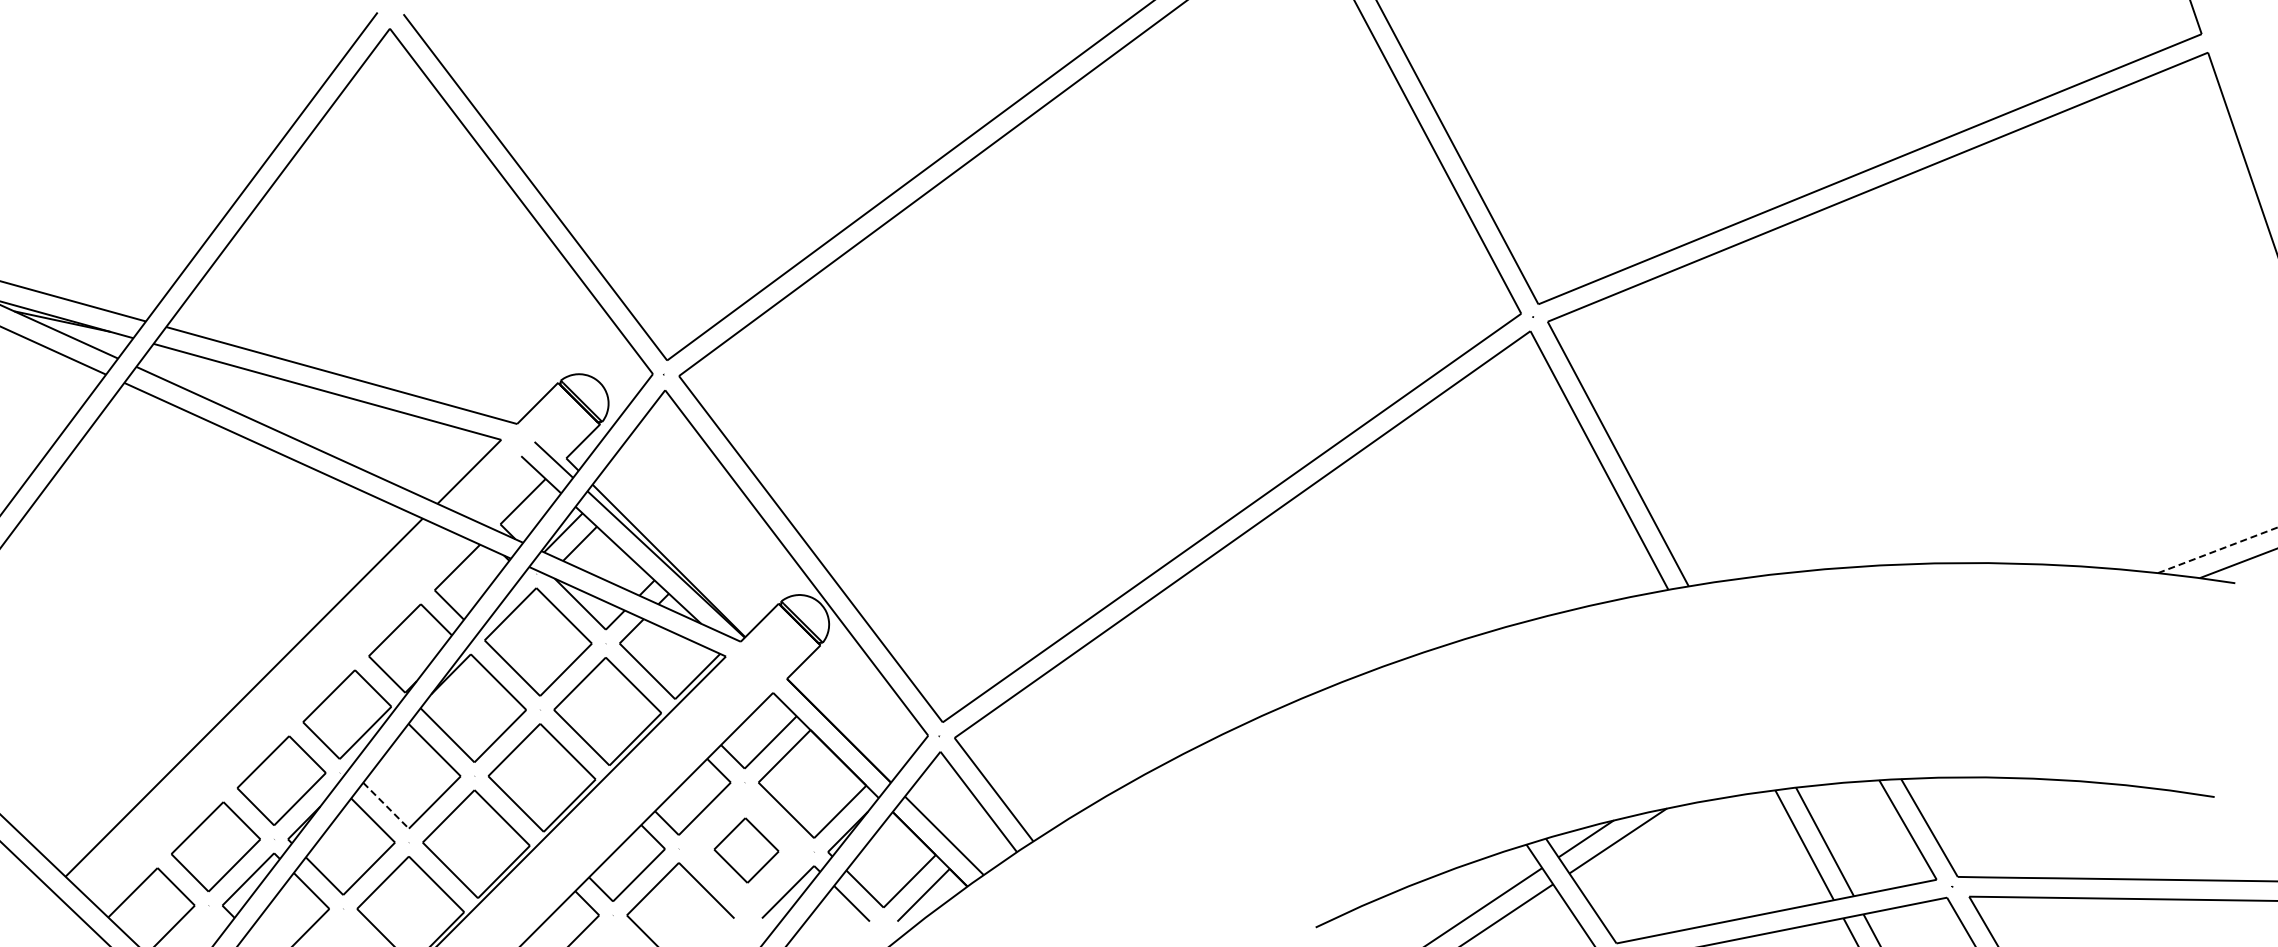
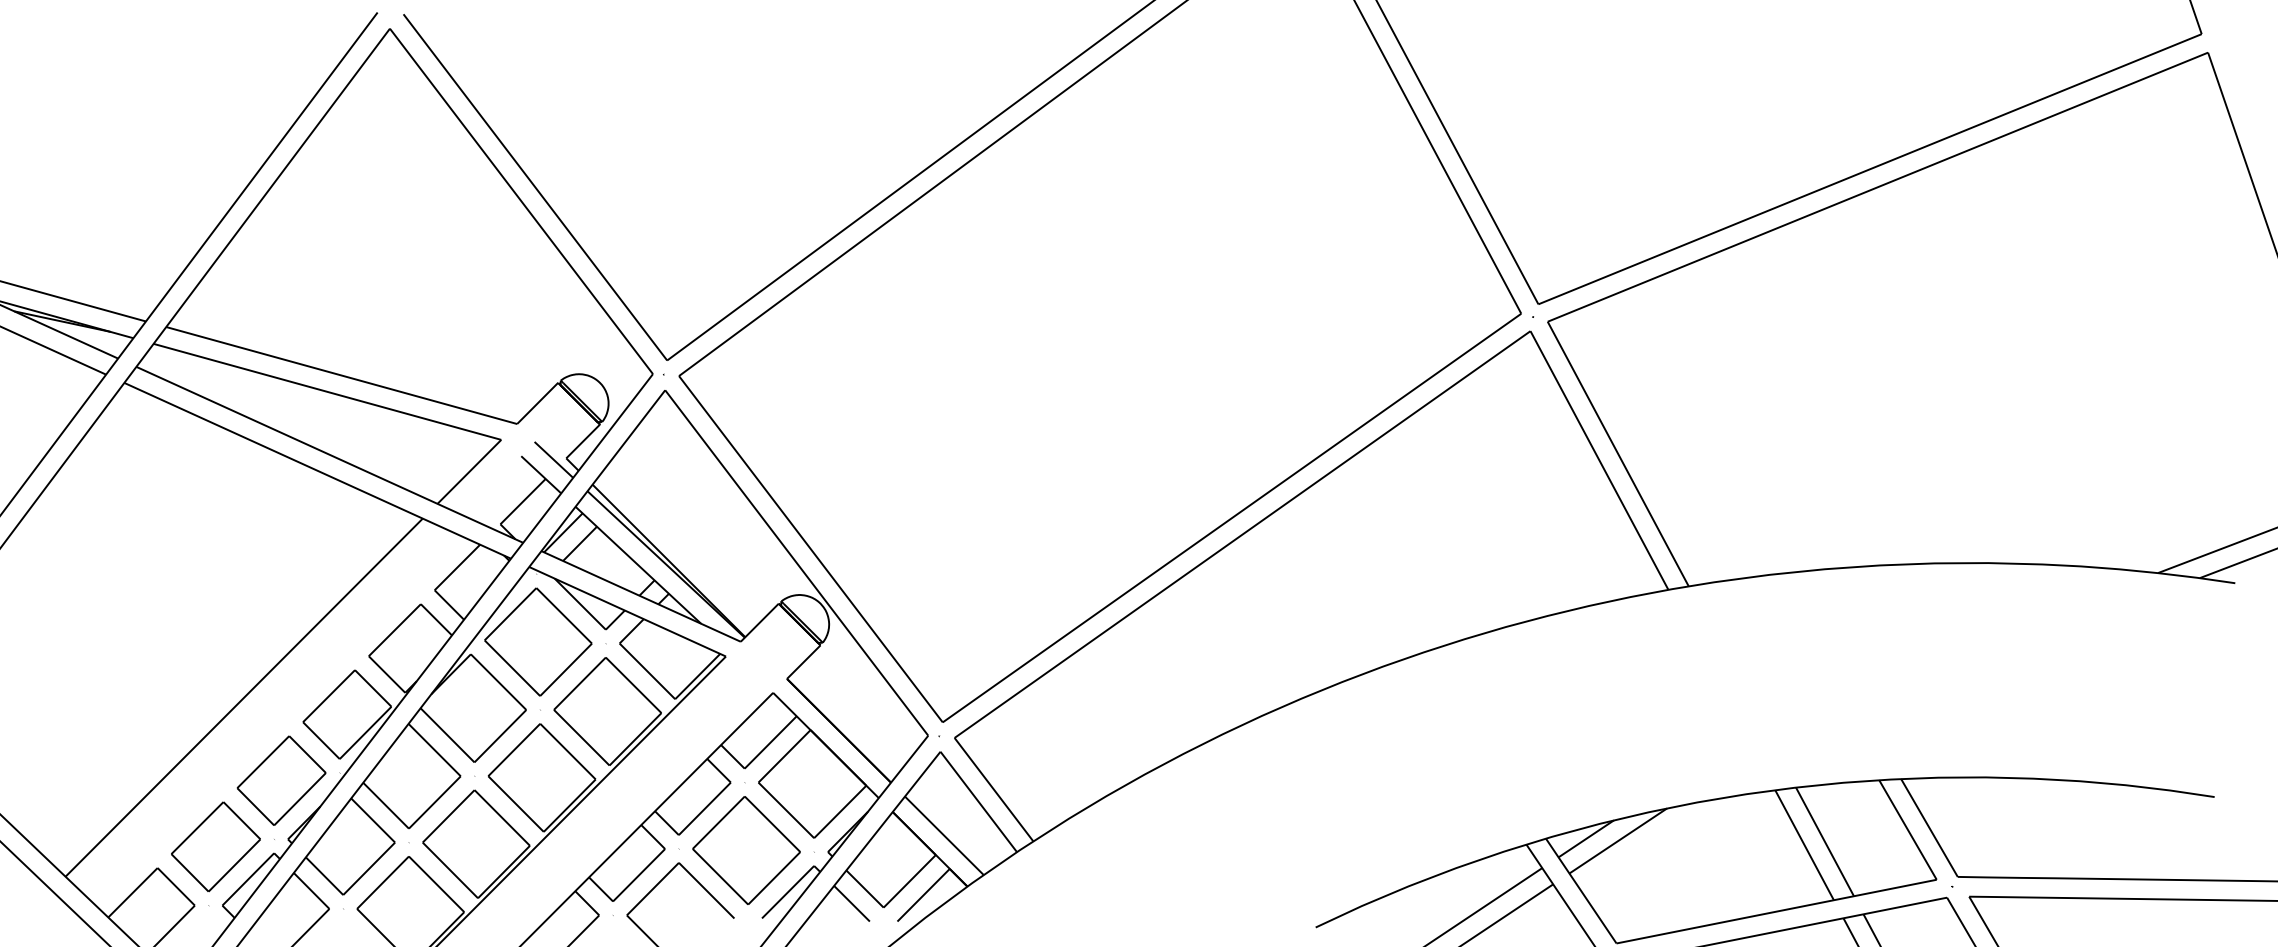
line at (2217, 550): dashed -> solid
line at (386, 806): dashed -> solid
part at (746, 850) size: 67x67 px -> 109x109 px
